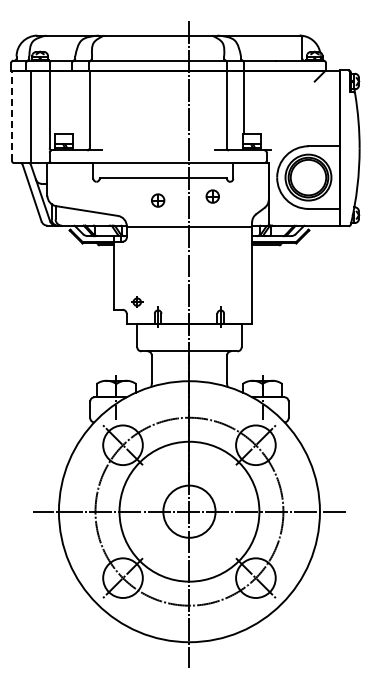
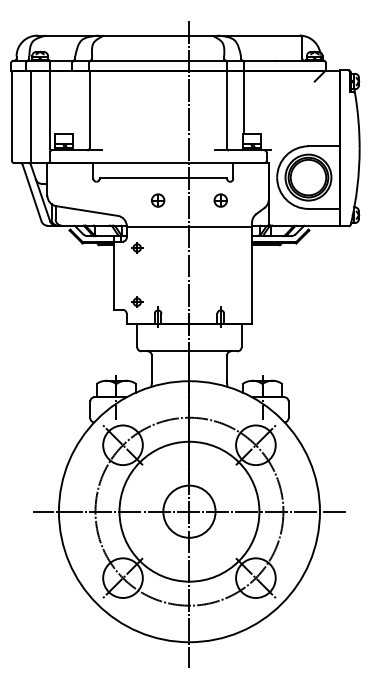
line at (11, 116): dashed -> solid
part at (212, 196) position: (212, 196) -> (220, 200)
part at (137, 247): none -> present
